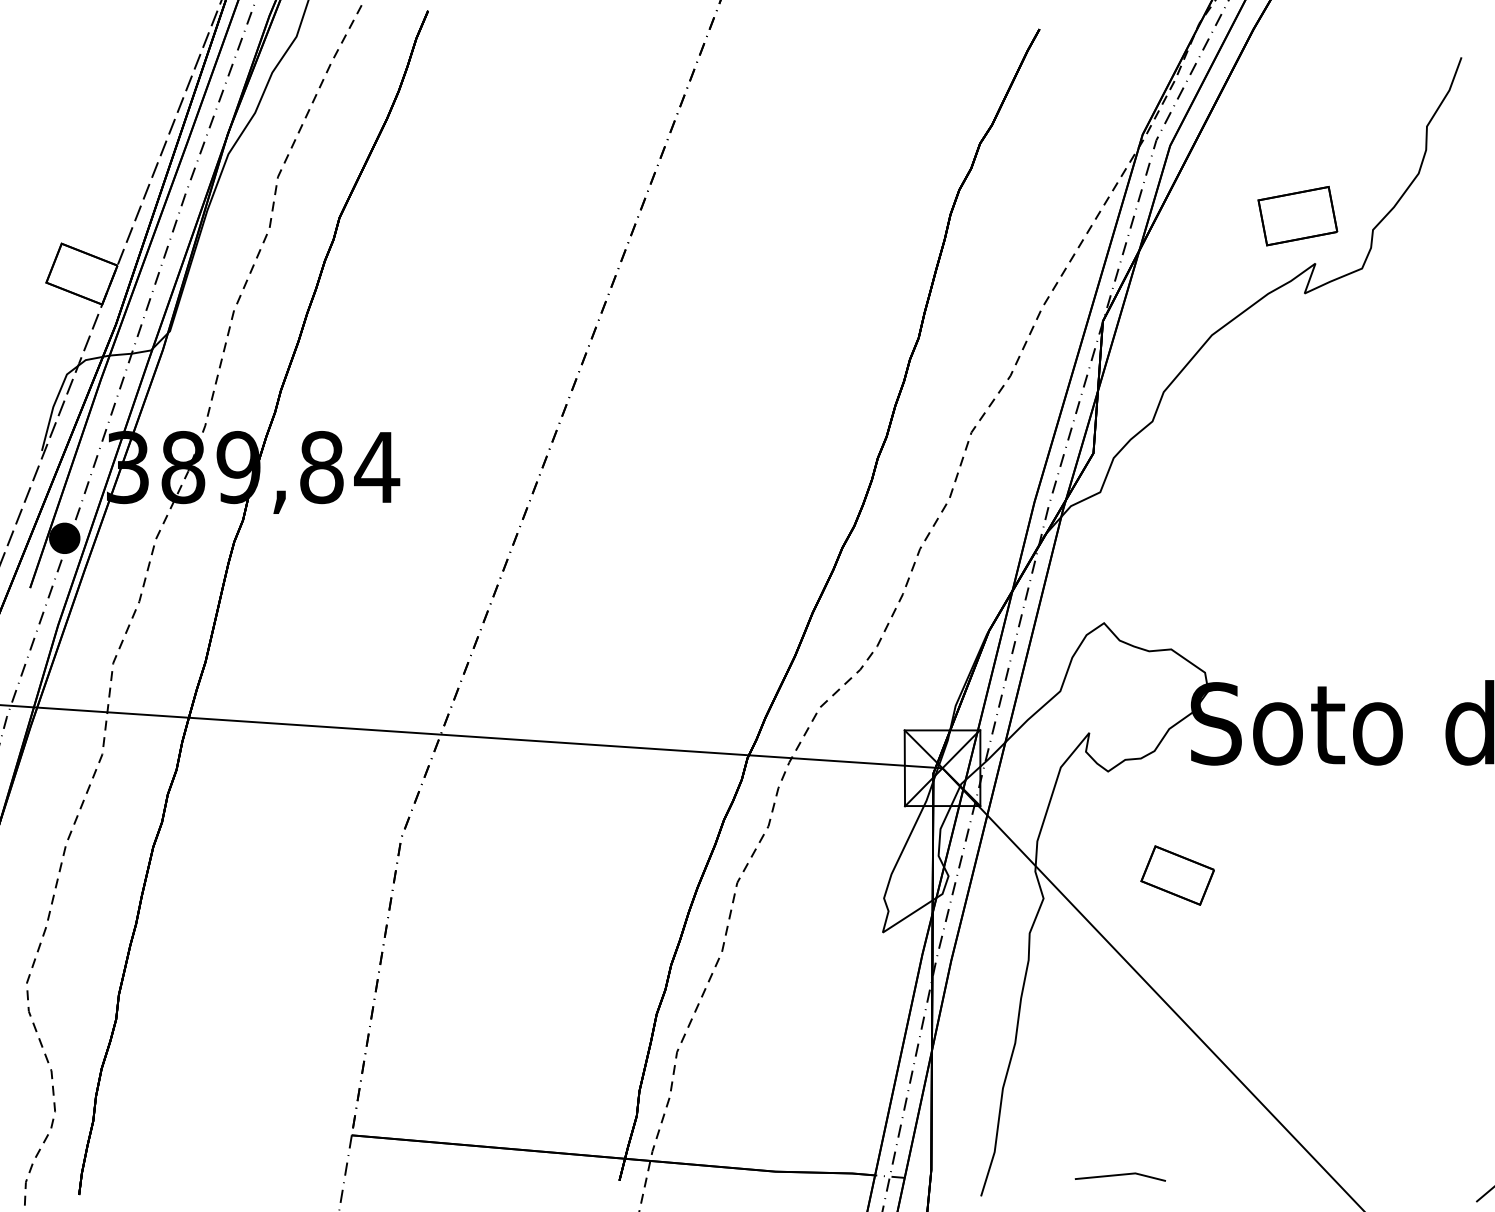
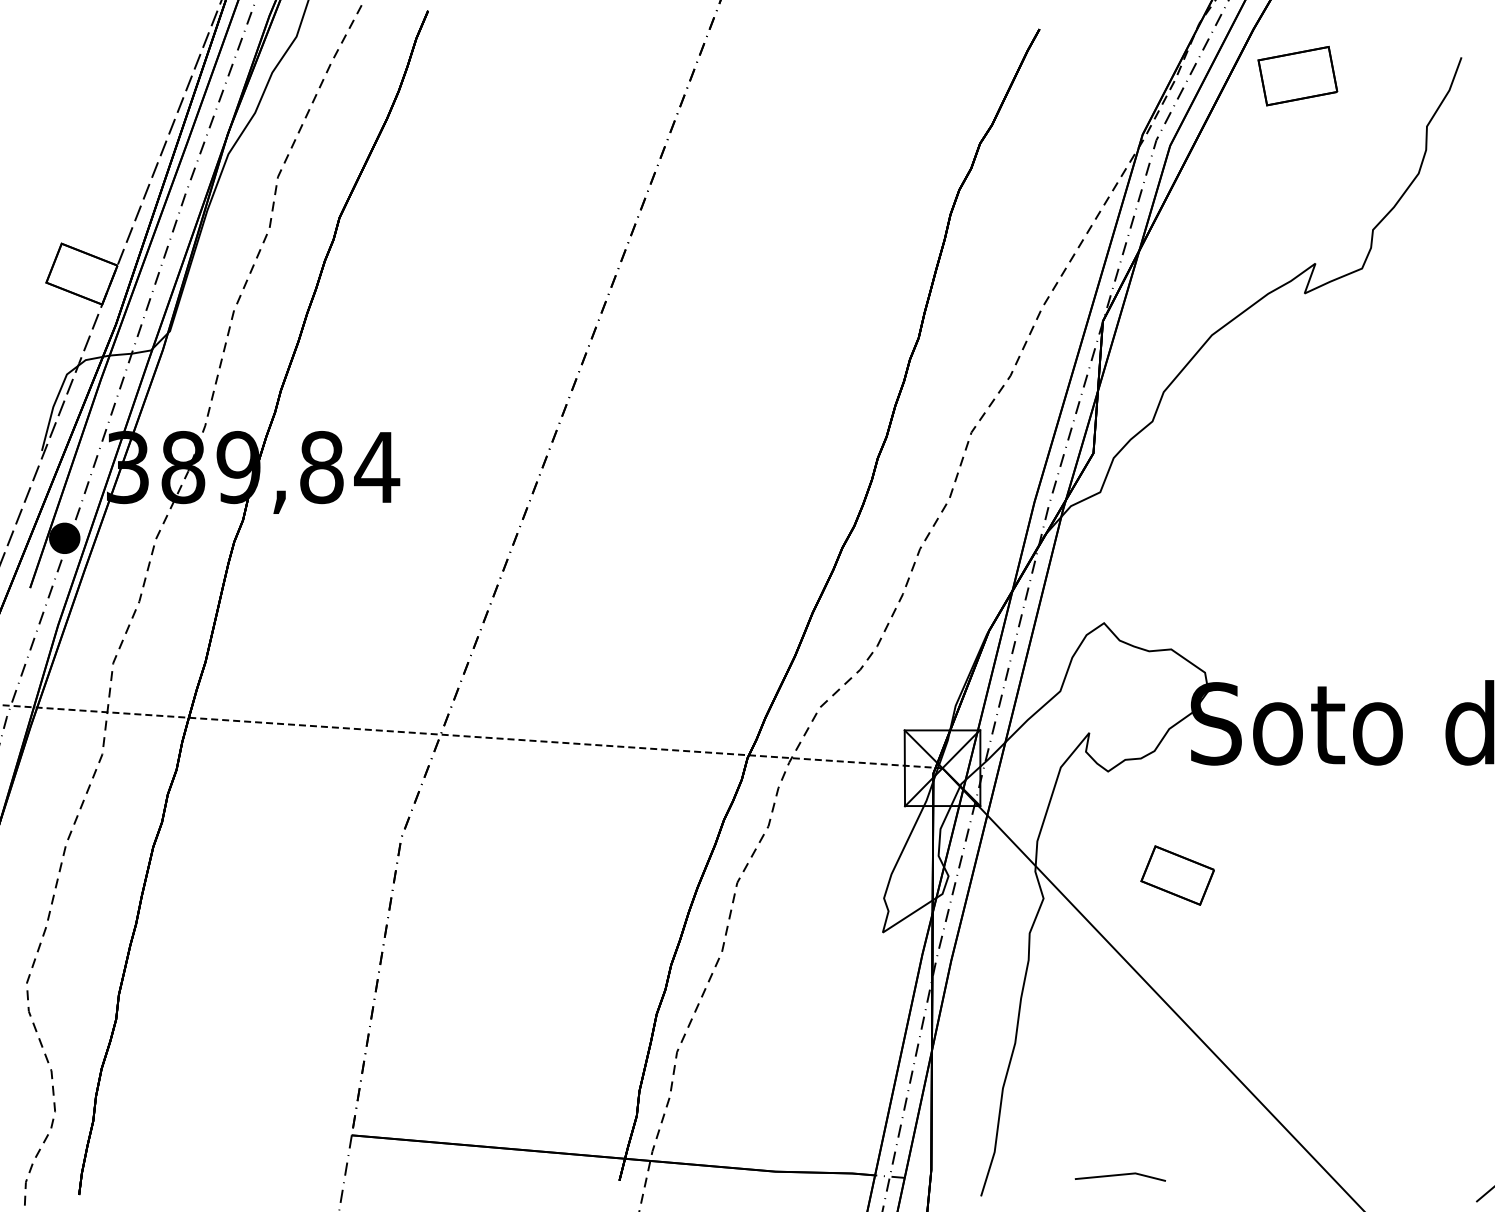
part at (1297, 215) position: (1297, 215) -> (1297, 75)
line at (471, 736): solid -> dashed
